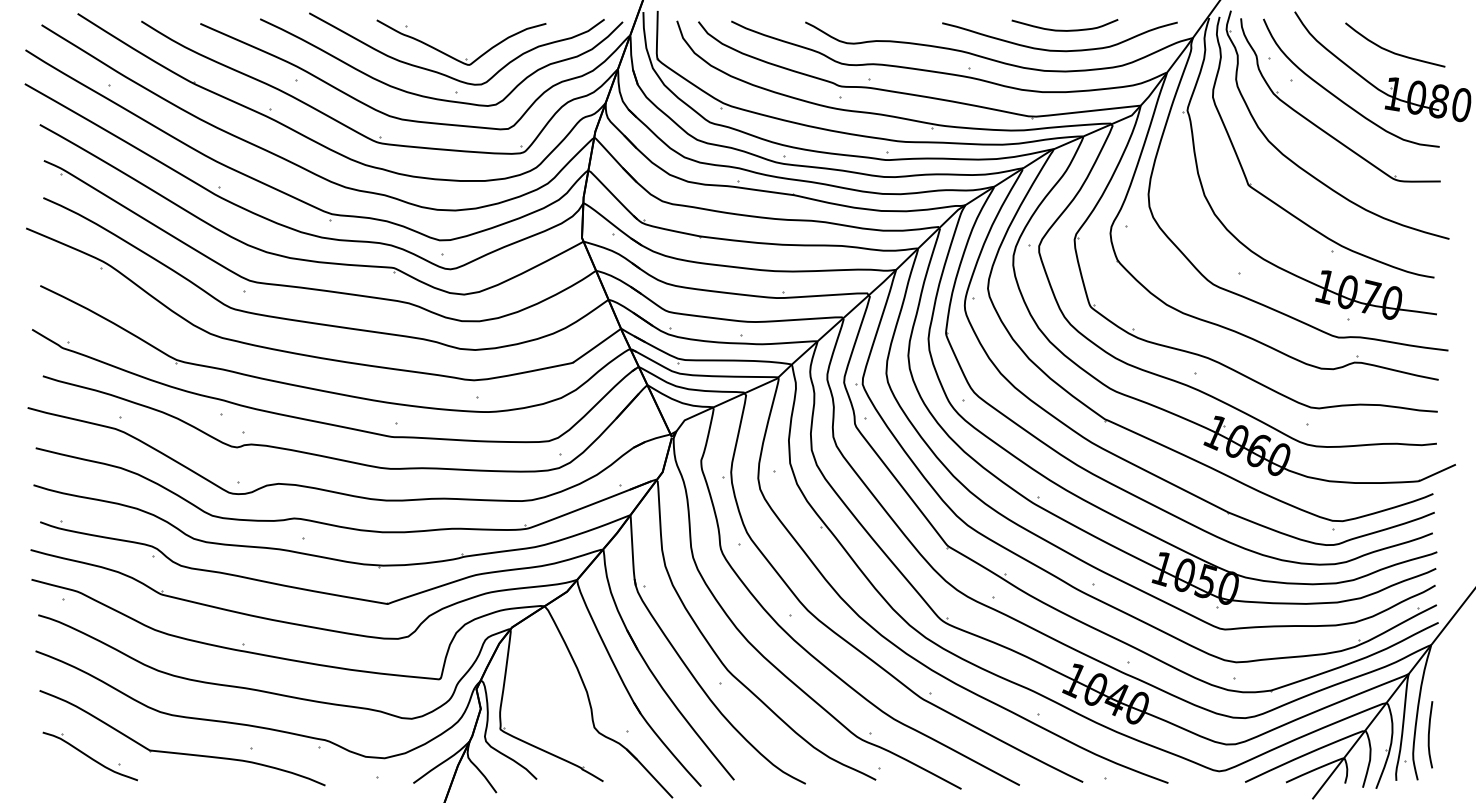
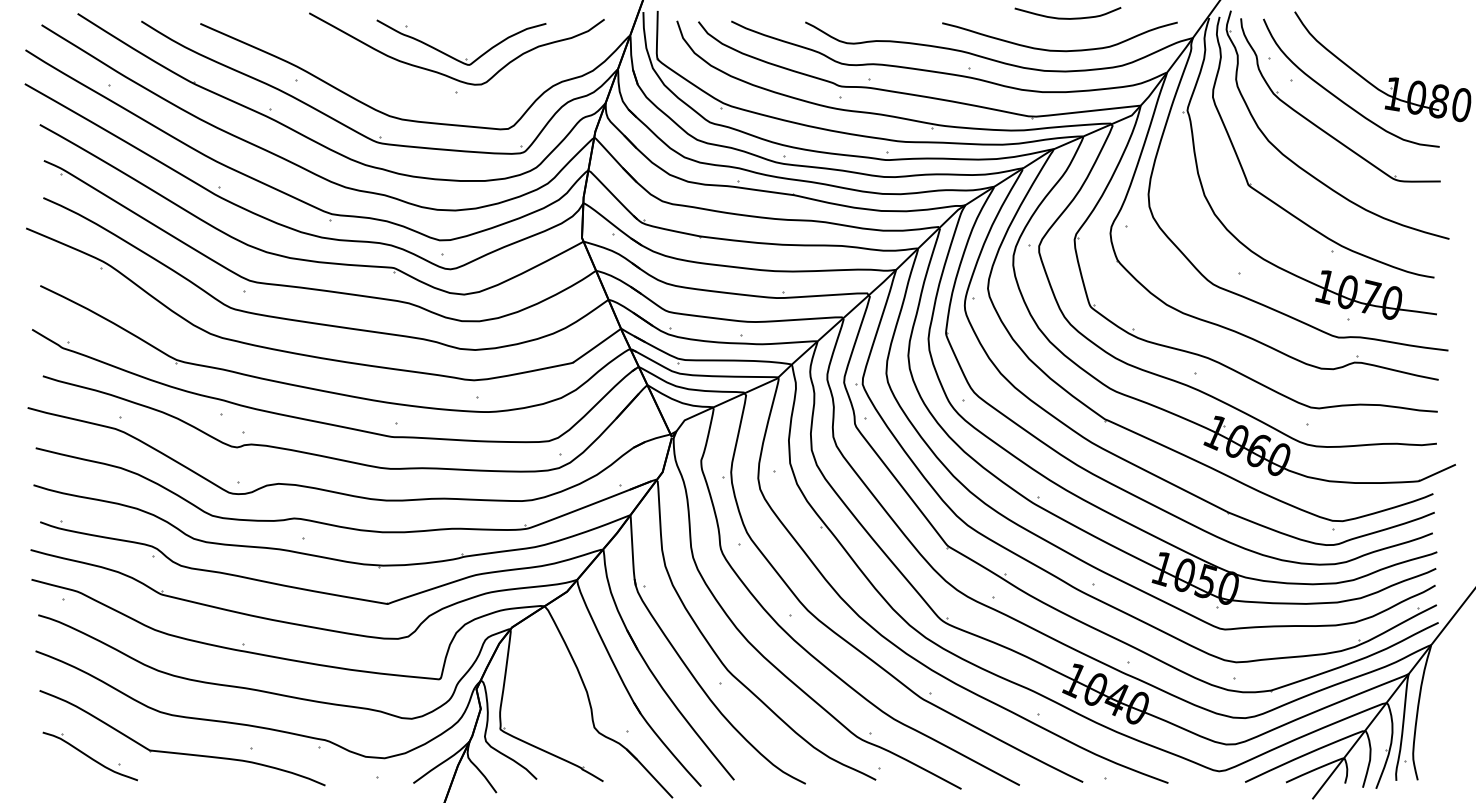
curve at (1063, 29) position: (1063, 29) -> (1066, 17)
curve at (1392, 51): present -> none
curve at (434, 97): present -> none
curve at (1429, 734): present -> none
